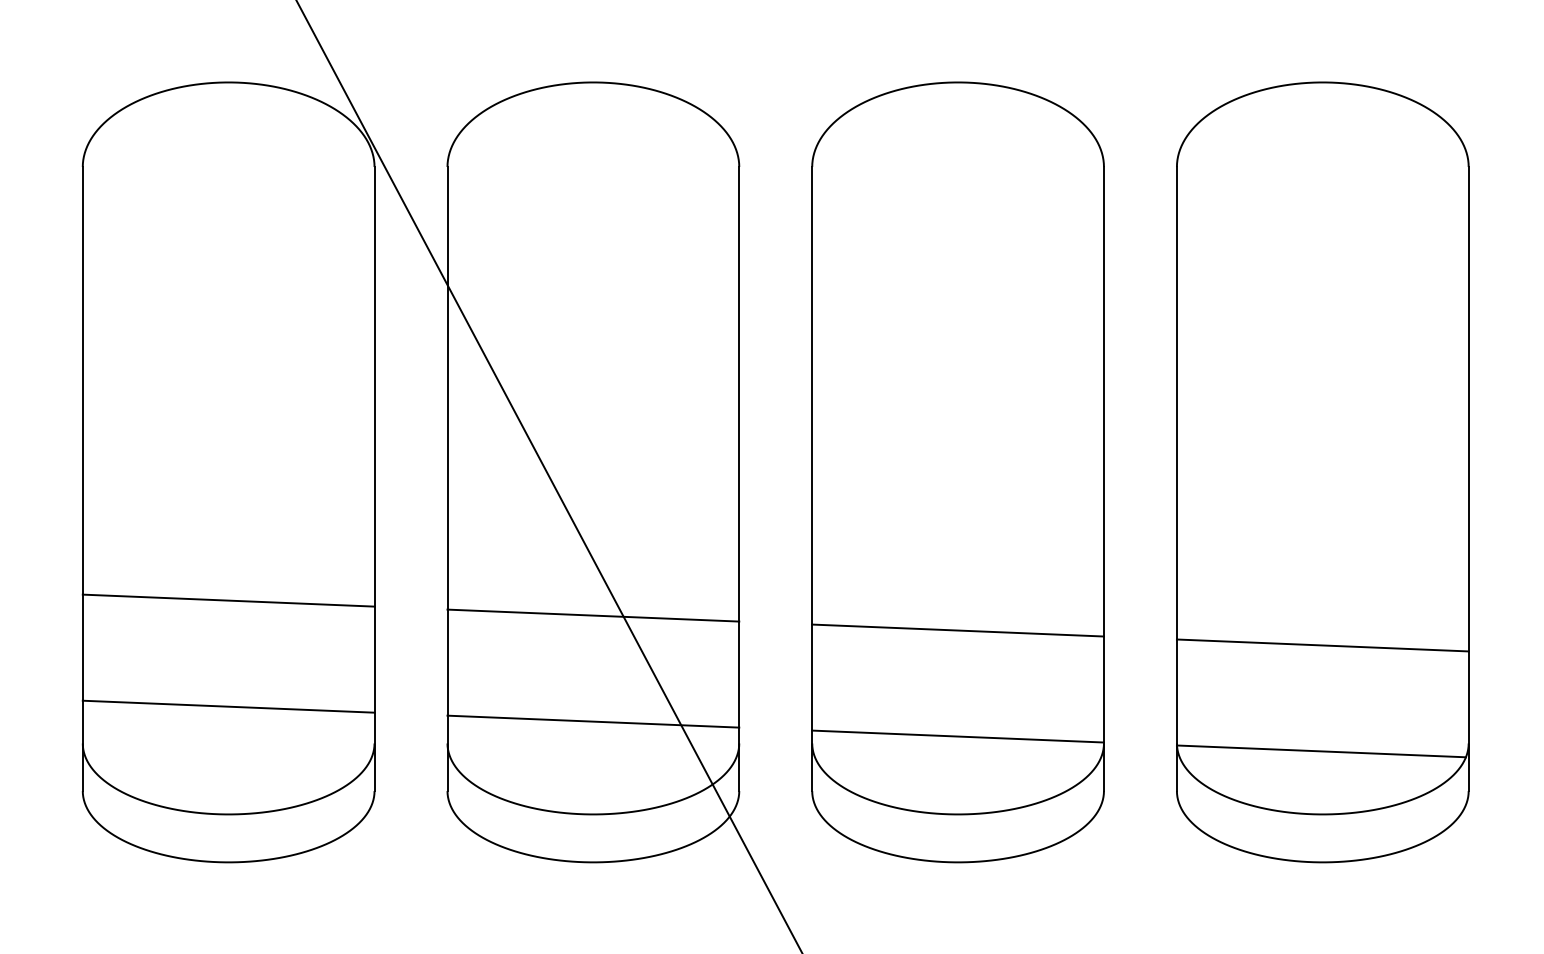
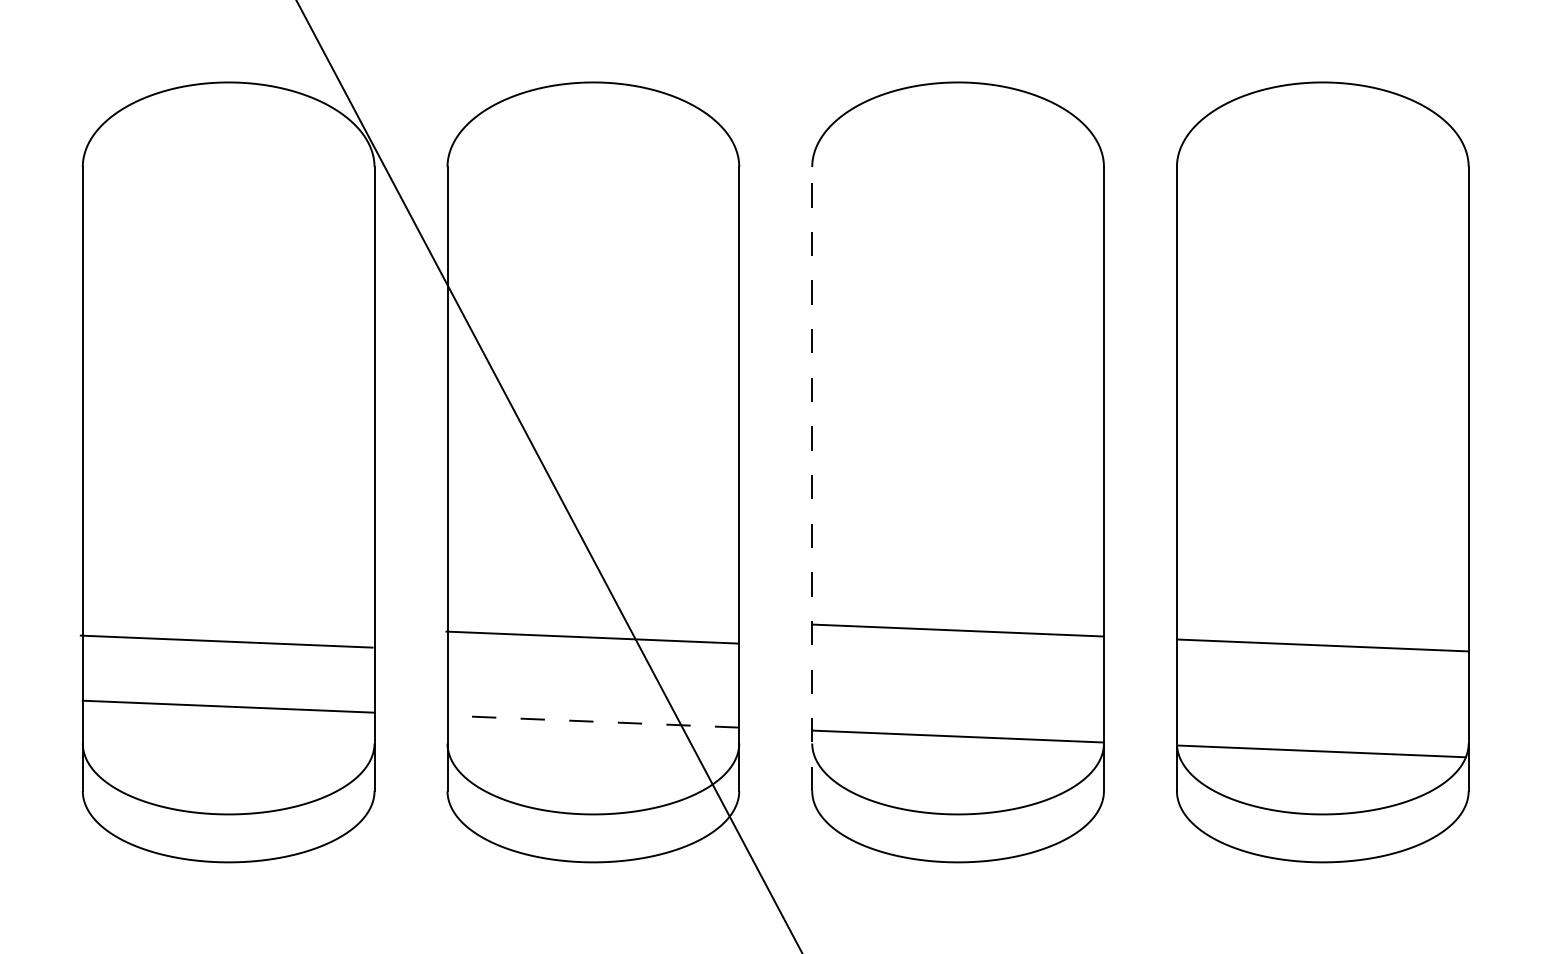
line at (812, 478): solid -> dashed
line at (228, 600) position: (228, 600) -> (226, 641)
line at (593, 615) position: (593, 615) -> (592, 637)
line at (592, 721): solid -> dashed
